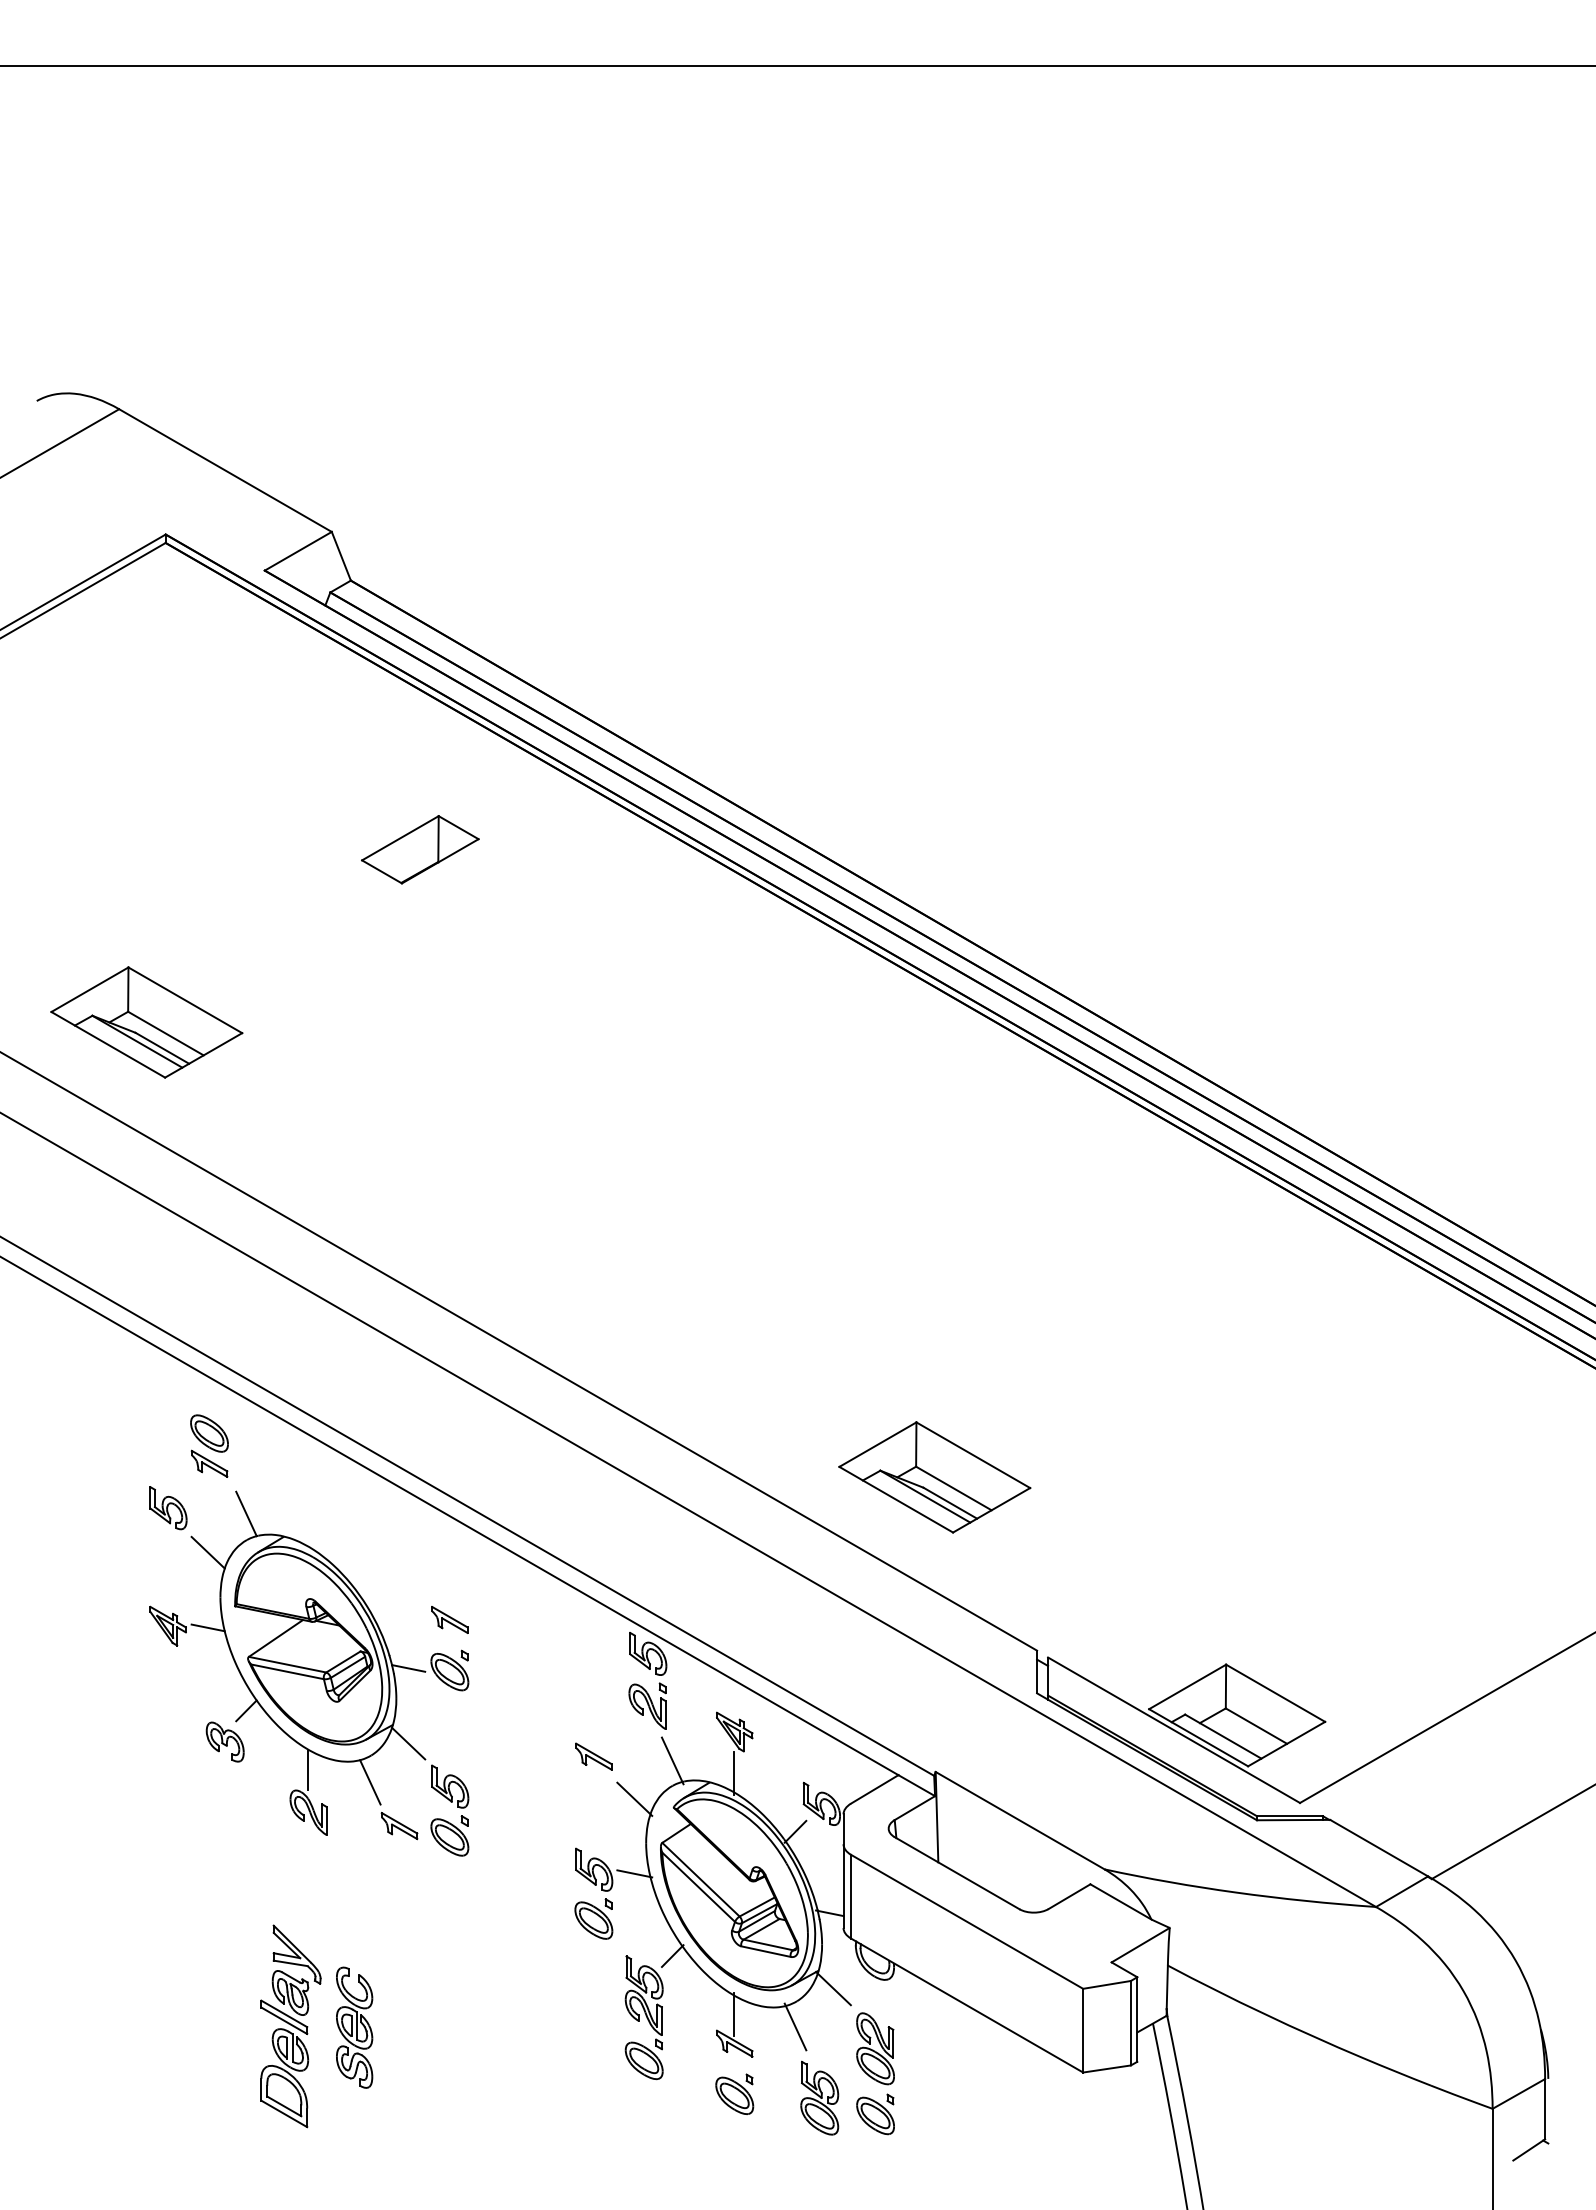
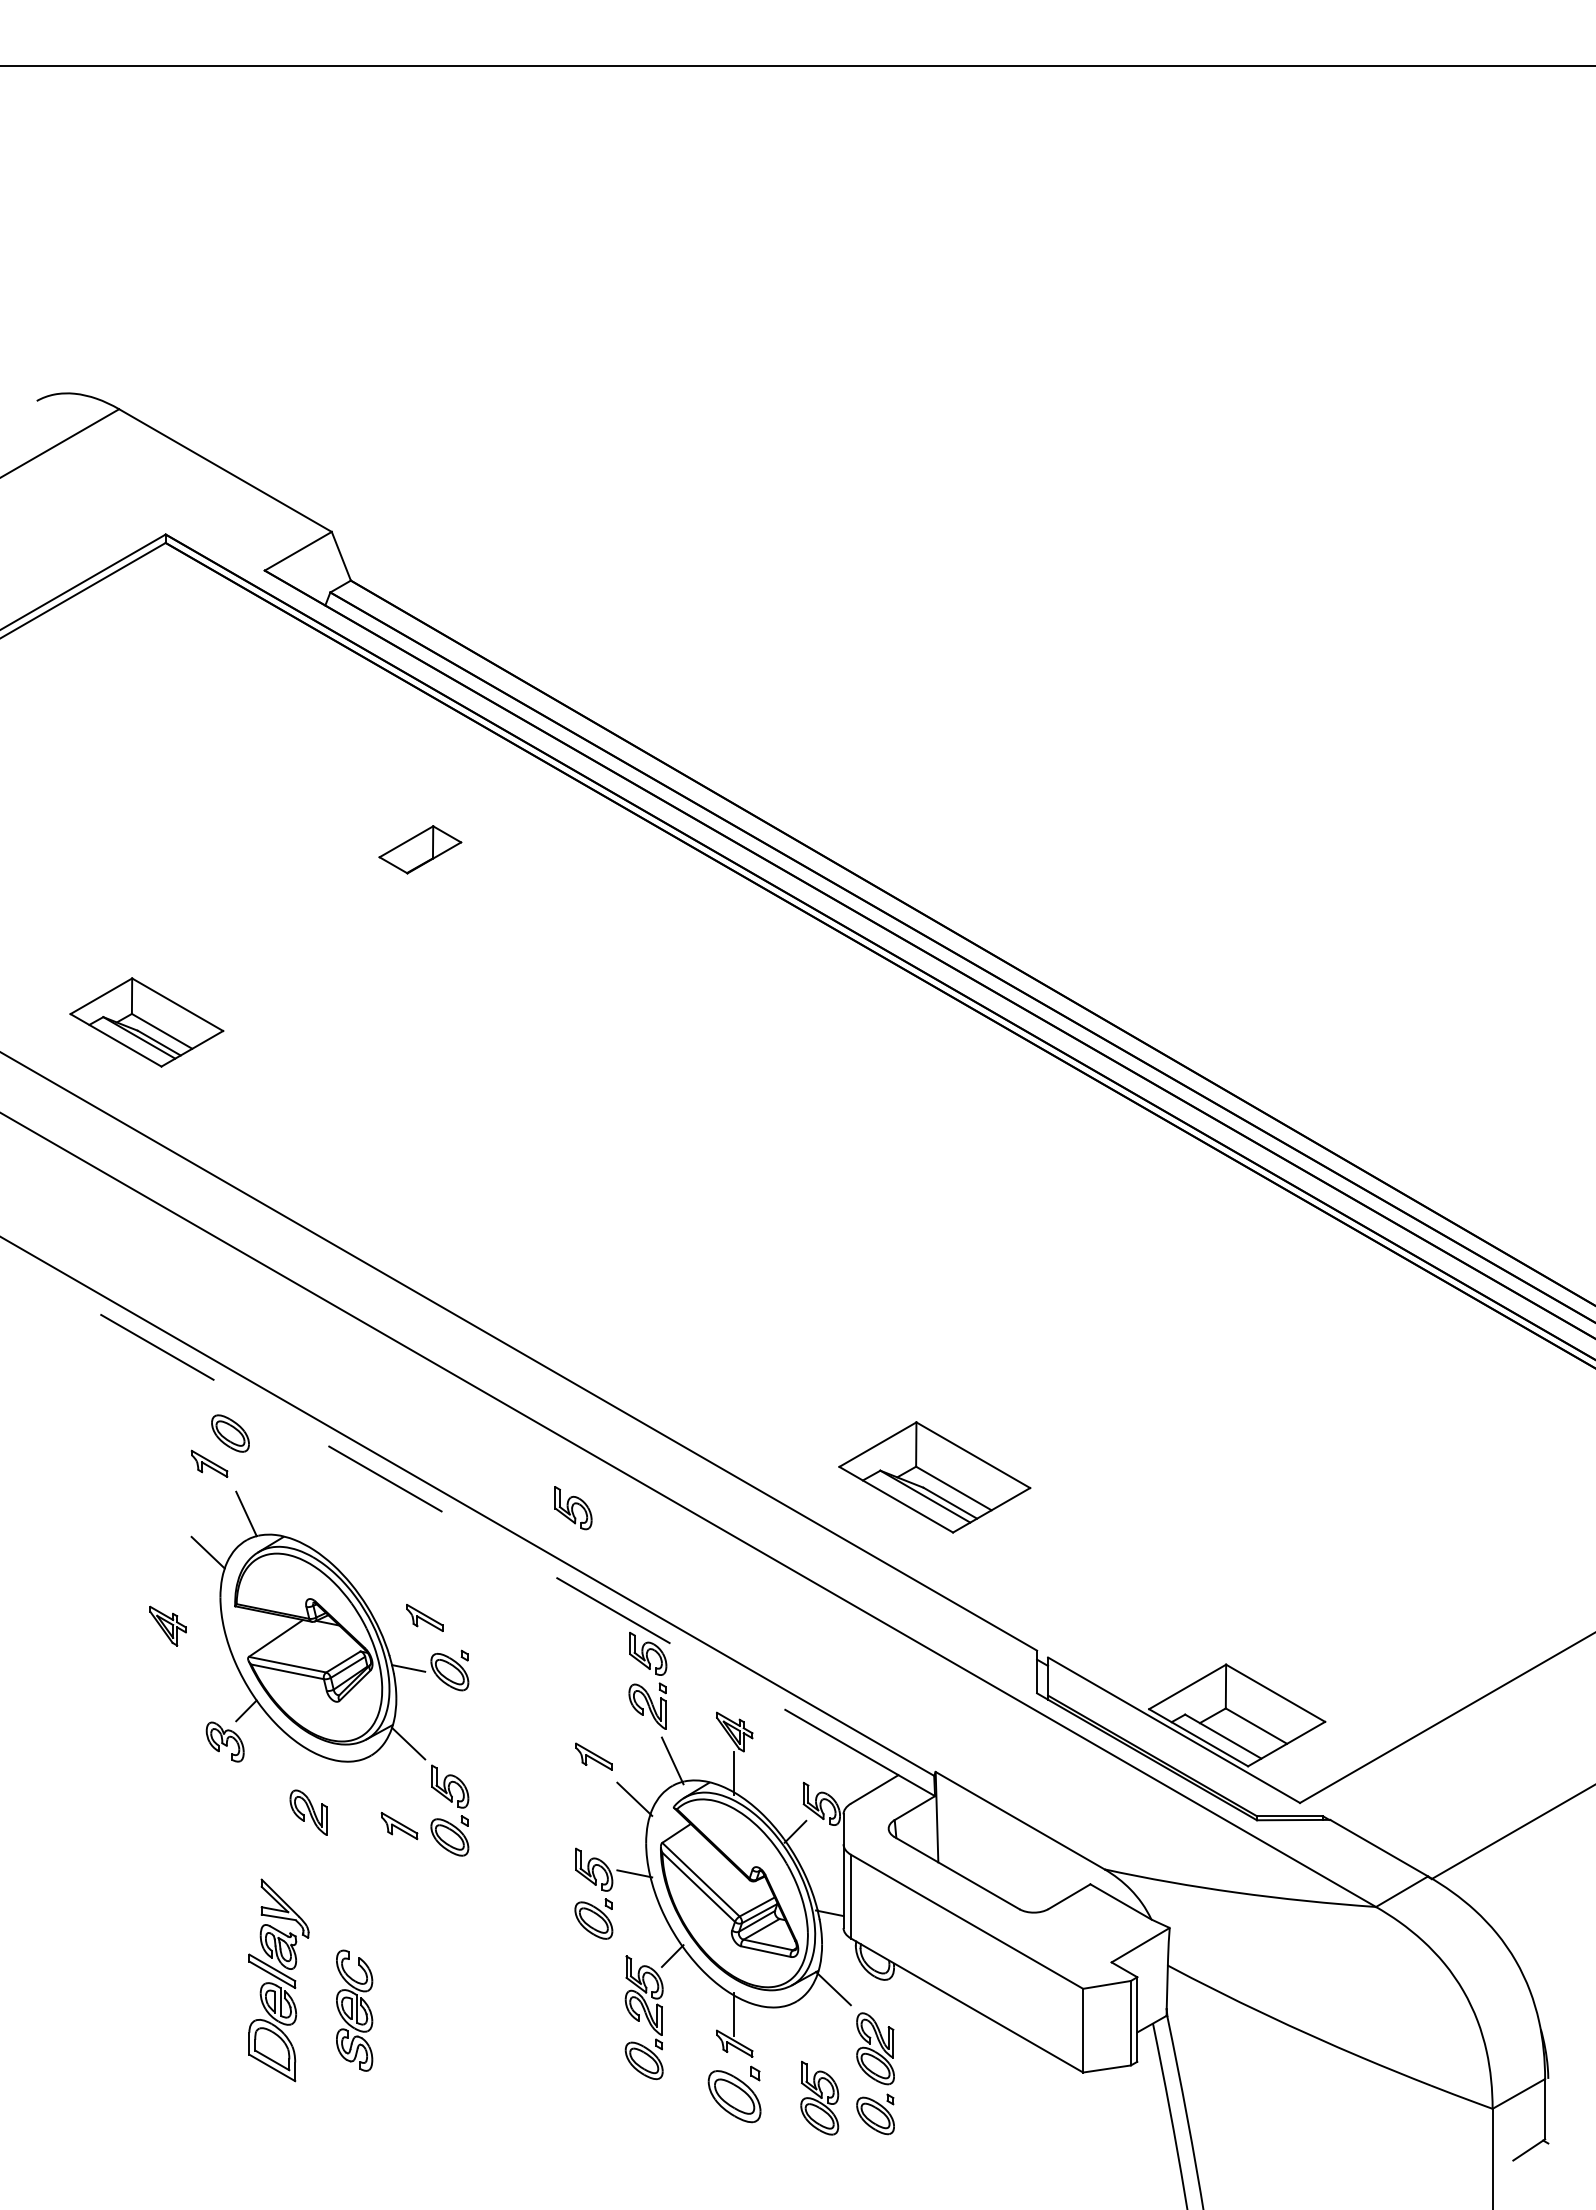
part at (420, 849) size: 119x70 px -> 85x50 px
part at (146, 1022) size: 194x113 px -> 156x91 px
part at (209, 1433) position: (209, 1433) -> (230, 1433)
part at (168, 1508) position: (168, 1508) -> (573, 1508)
line at (449, 1515): solid -> dashed
part at (449, 1619) position: (449, 1619) -> (424, 1617)
line at (207, 1627): present -> none
line at (308, 1769): present -> none
line at (370, 1782): present -> none
part at (290, 2026) position: (290, 2026) -> (278, 1980)
line at (795, 2026): present -> none
part at (354, 2027) position: (354, 2027) -> (354, 2010)
part at (734, 2093) size: 40x42 px -> 55x59 px
